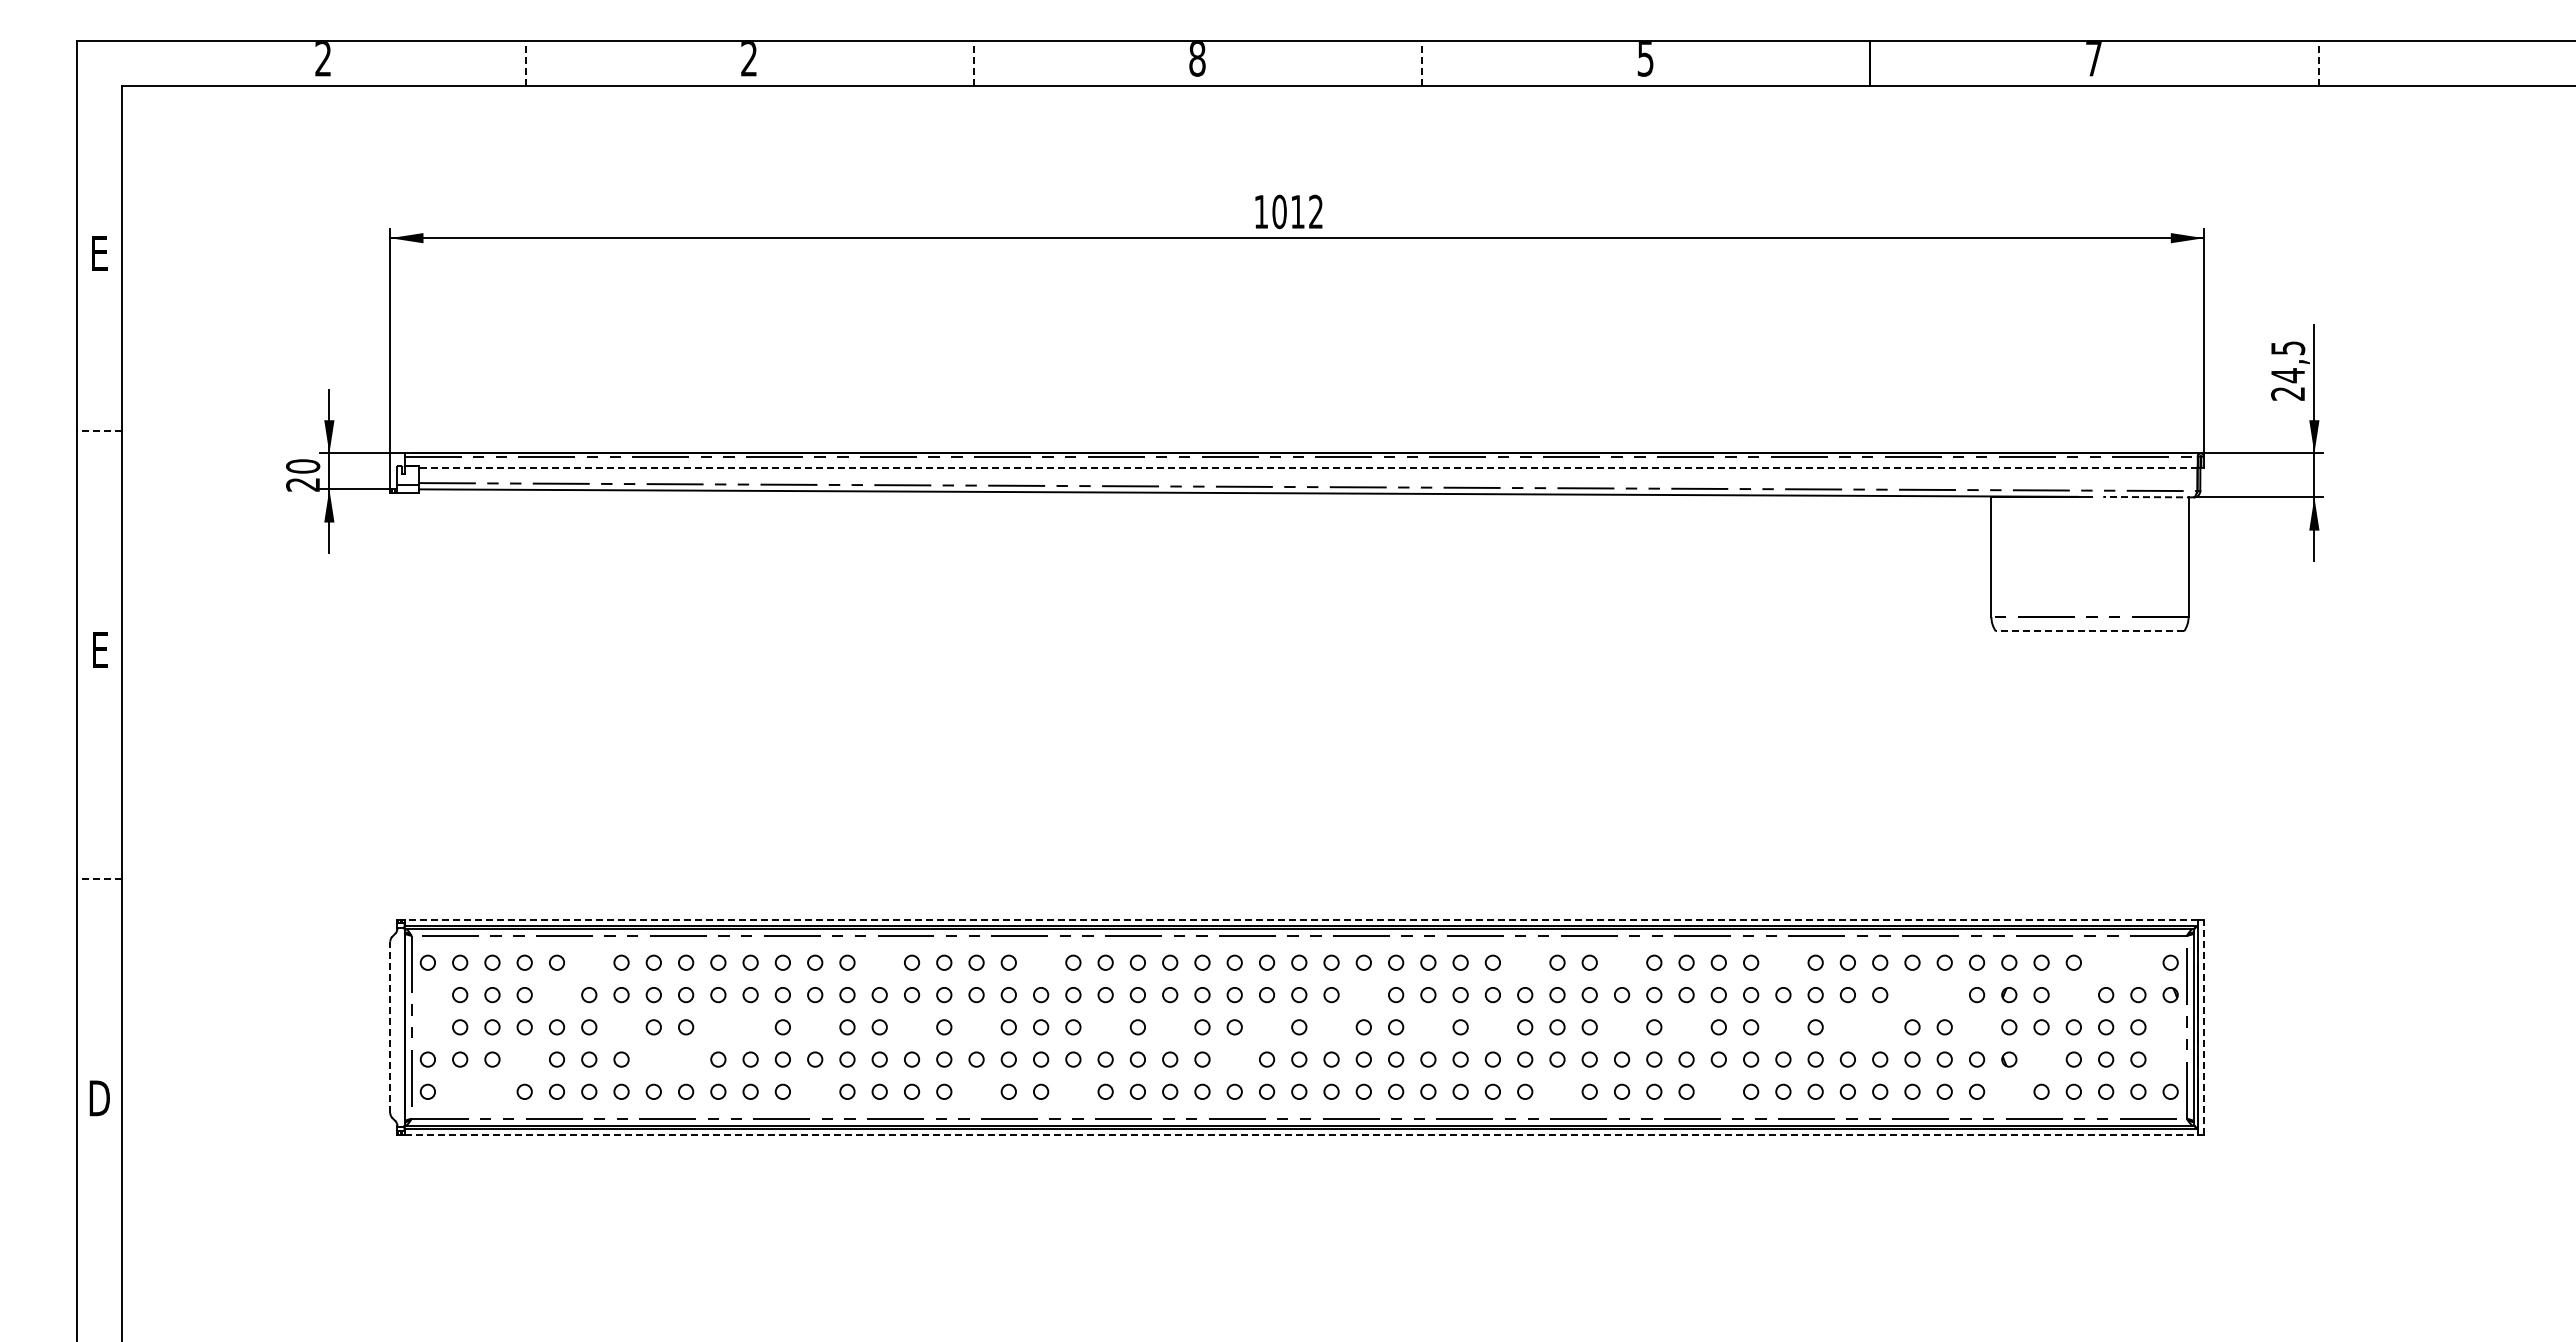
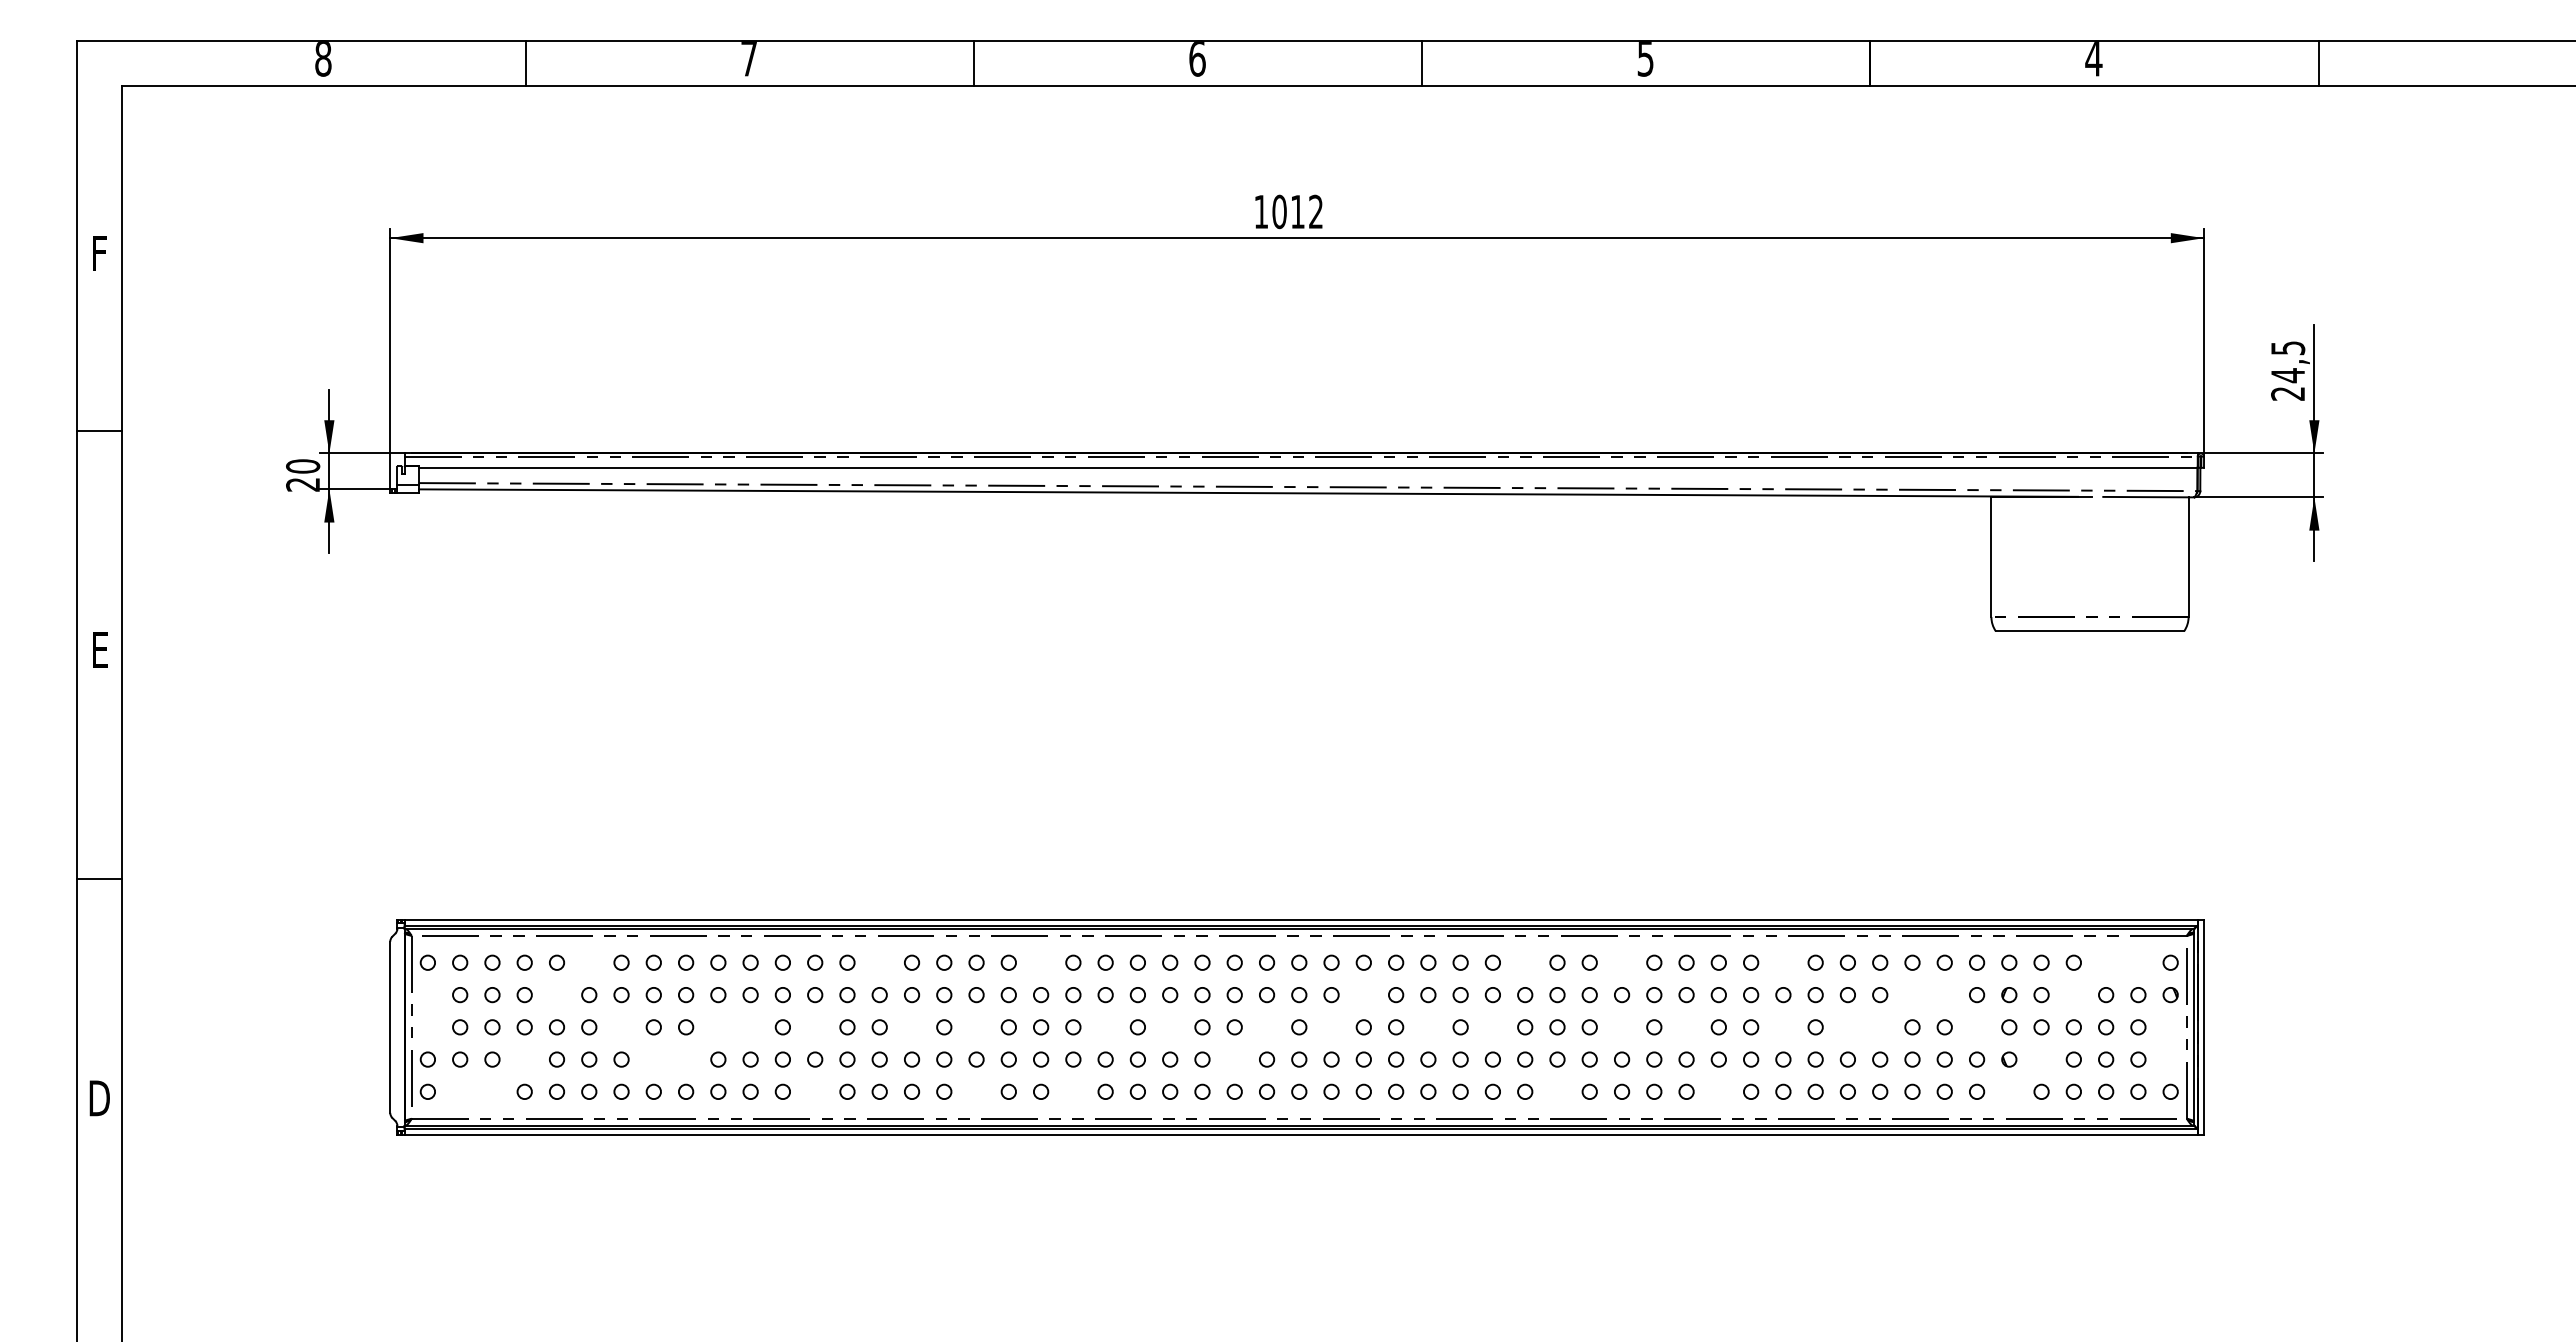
text at (323, 59): 2 -> 8
text at (748, 59): 2 -> 7
text at (1197, 59): 8 -> 6
text at (2093, 59): 7 -> 4
line at (525, 63): dashed -> solid
line at (973, 63): dashed -> solid
line at (1422, 63): dashed -> solid
line at (2318, 63): dashed -> solid
text at (99, 253): E -> F
line at (99, 431): dashed -> solid
line at (1307, 467): dashed -> solid
line at (2148, 497): dashed -> solid
line at (2089, 631): dashed -> solid
line at (99, 879): dashed -> solid
line at (1300, 919): dashed -> solid
line at (390, 1027): dashed -> solid
line at (2204, 1027): dashed -> solid
line at (1301, 1134): dashed -> solid
